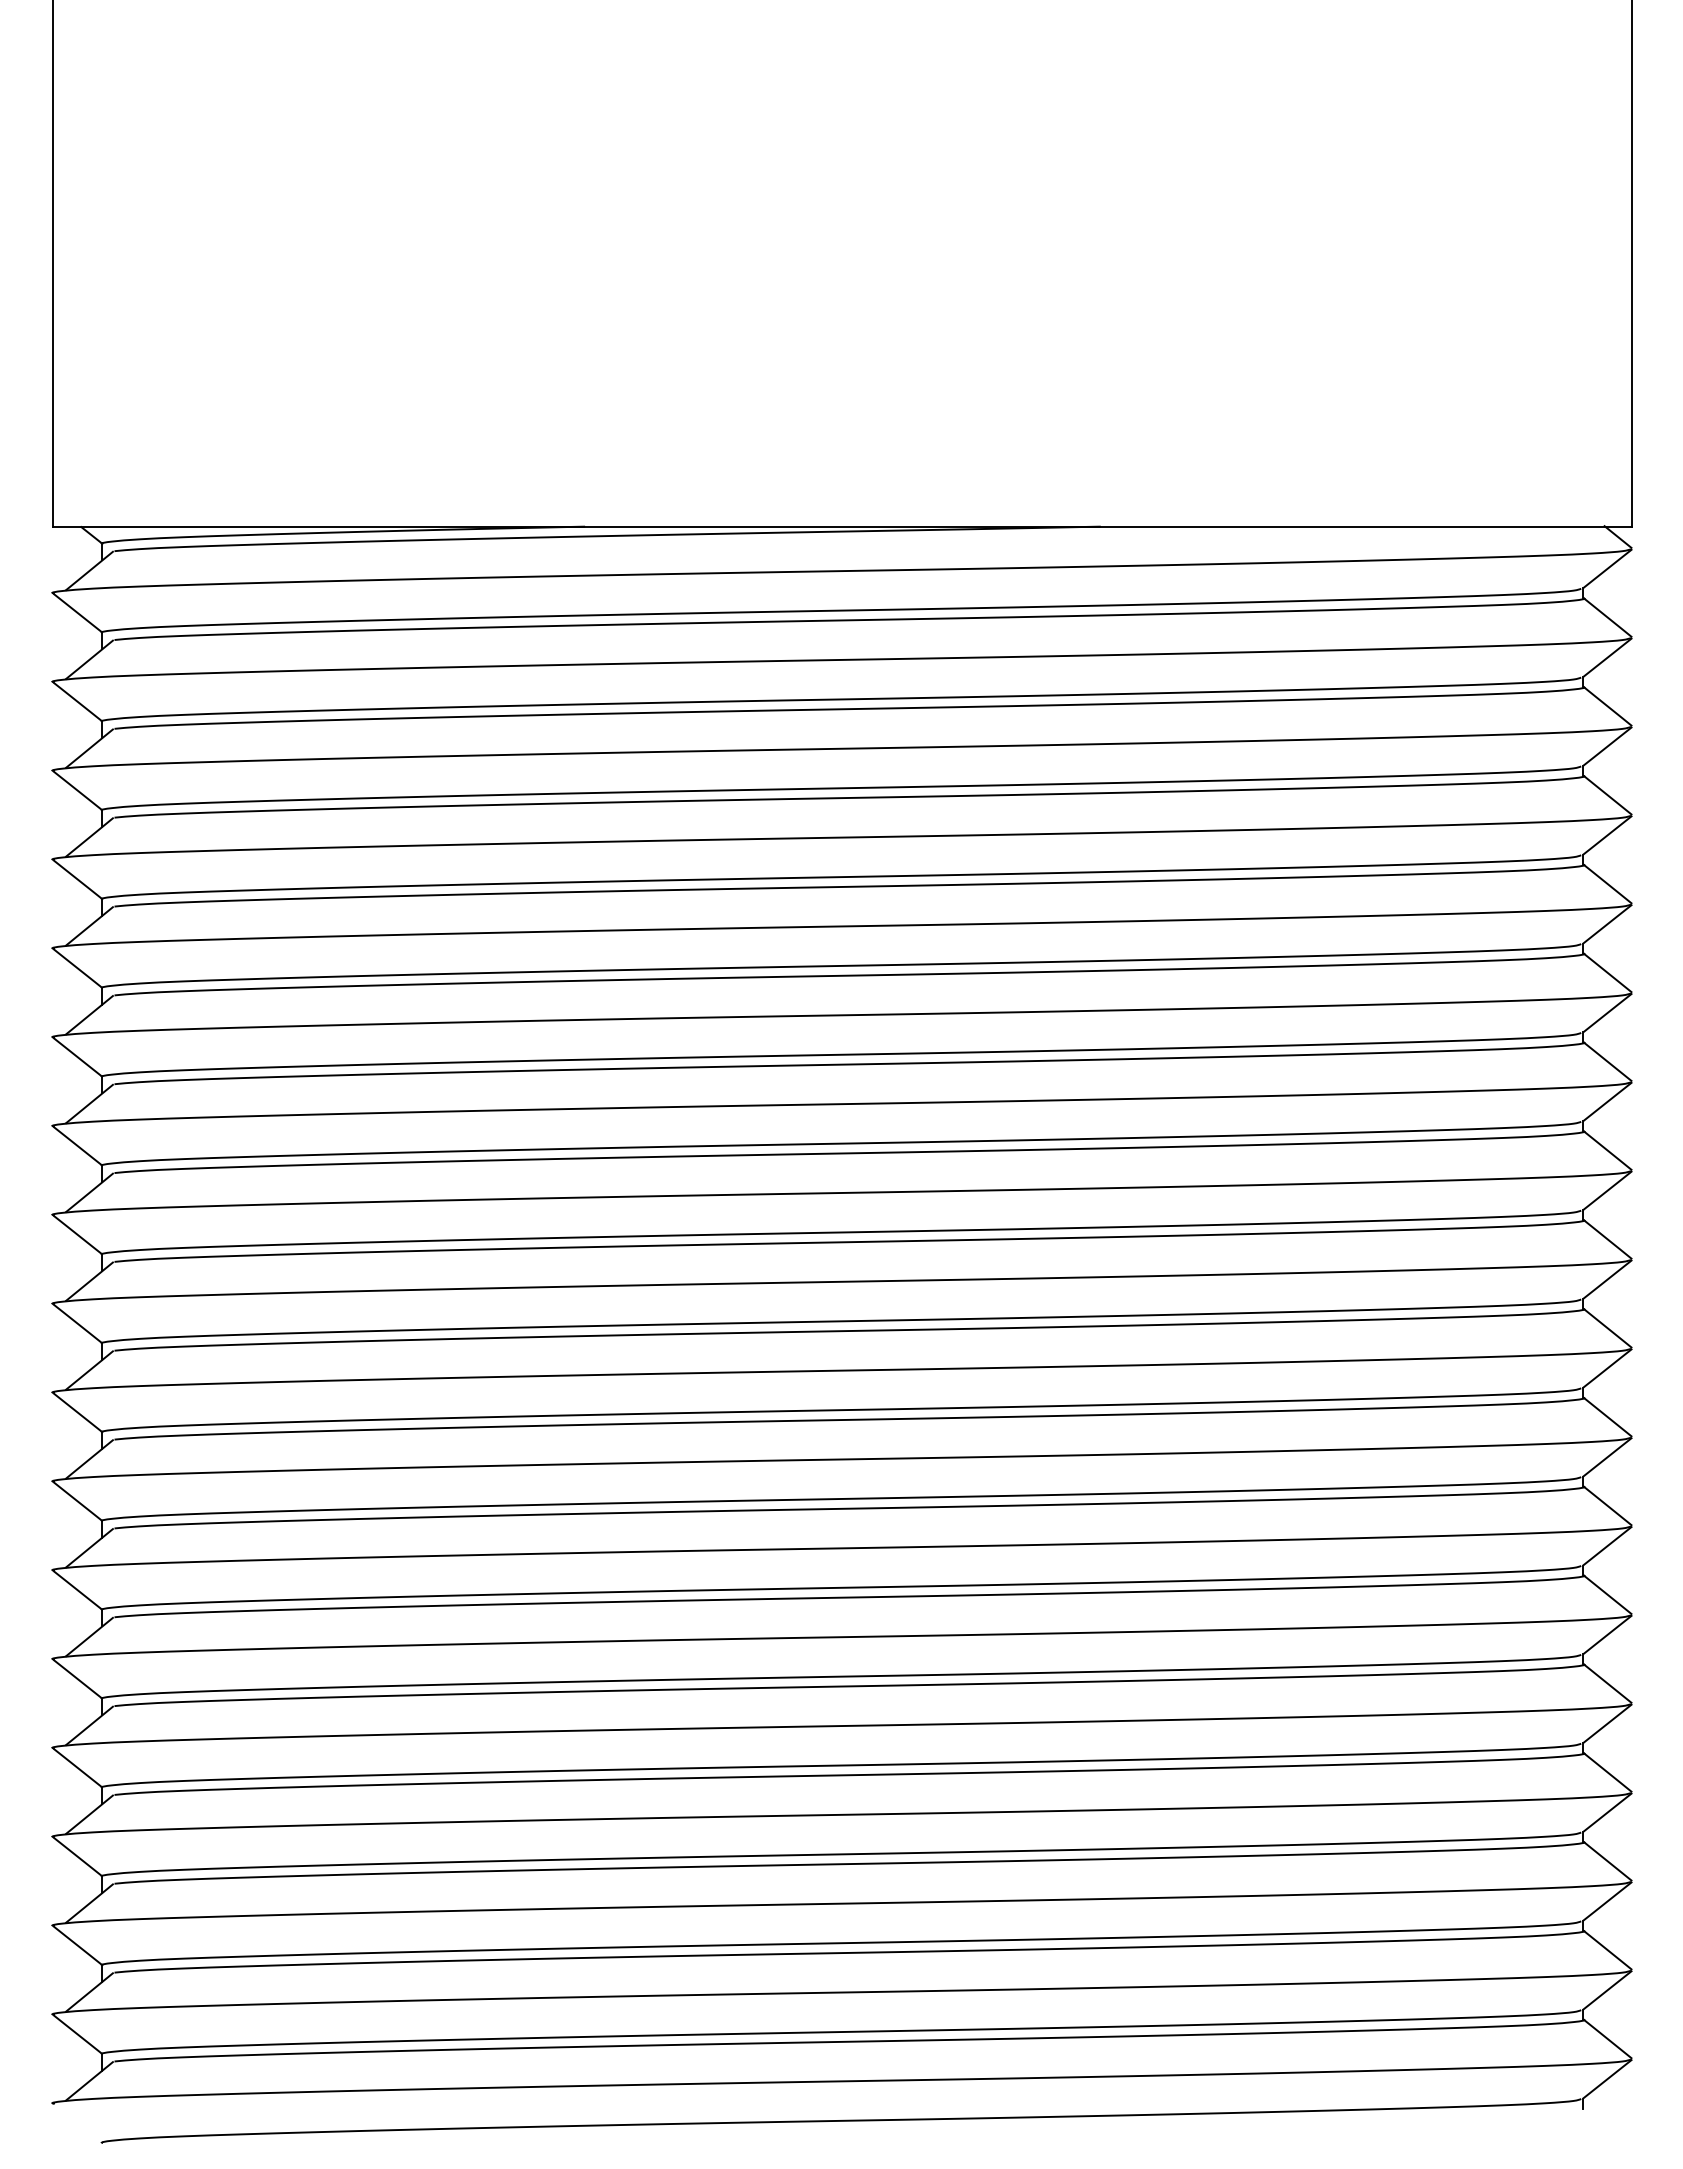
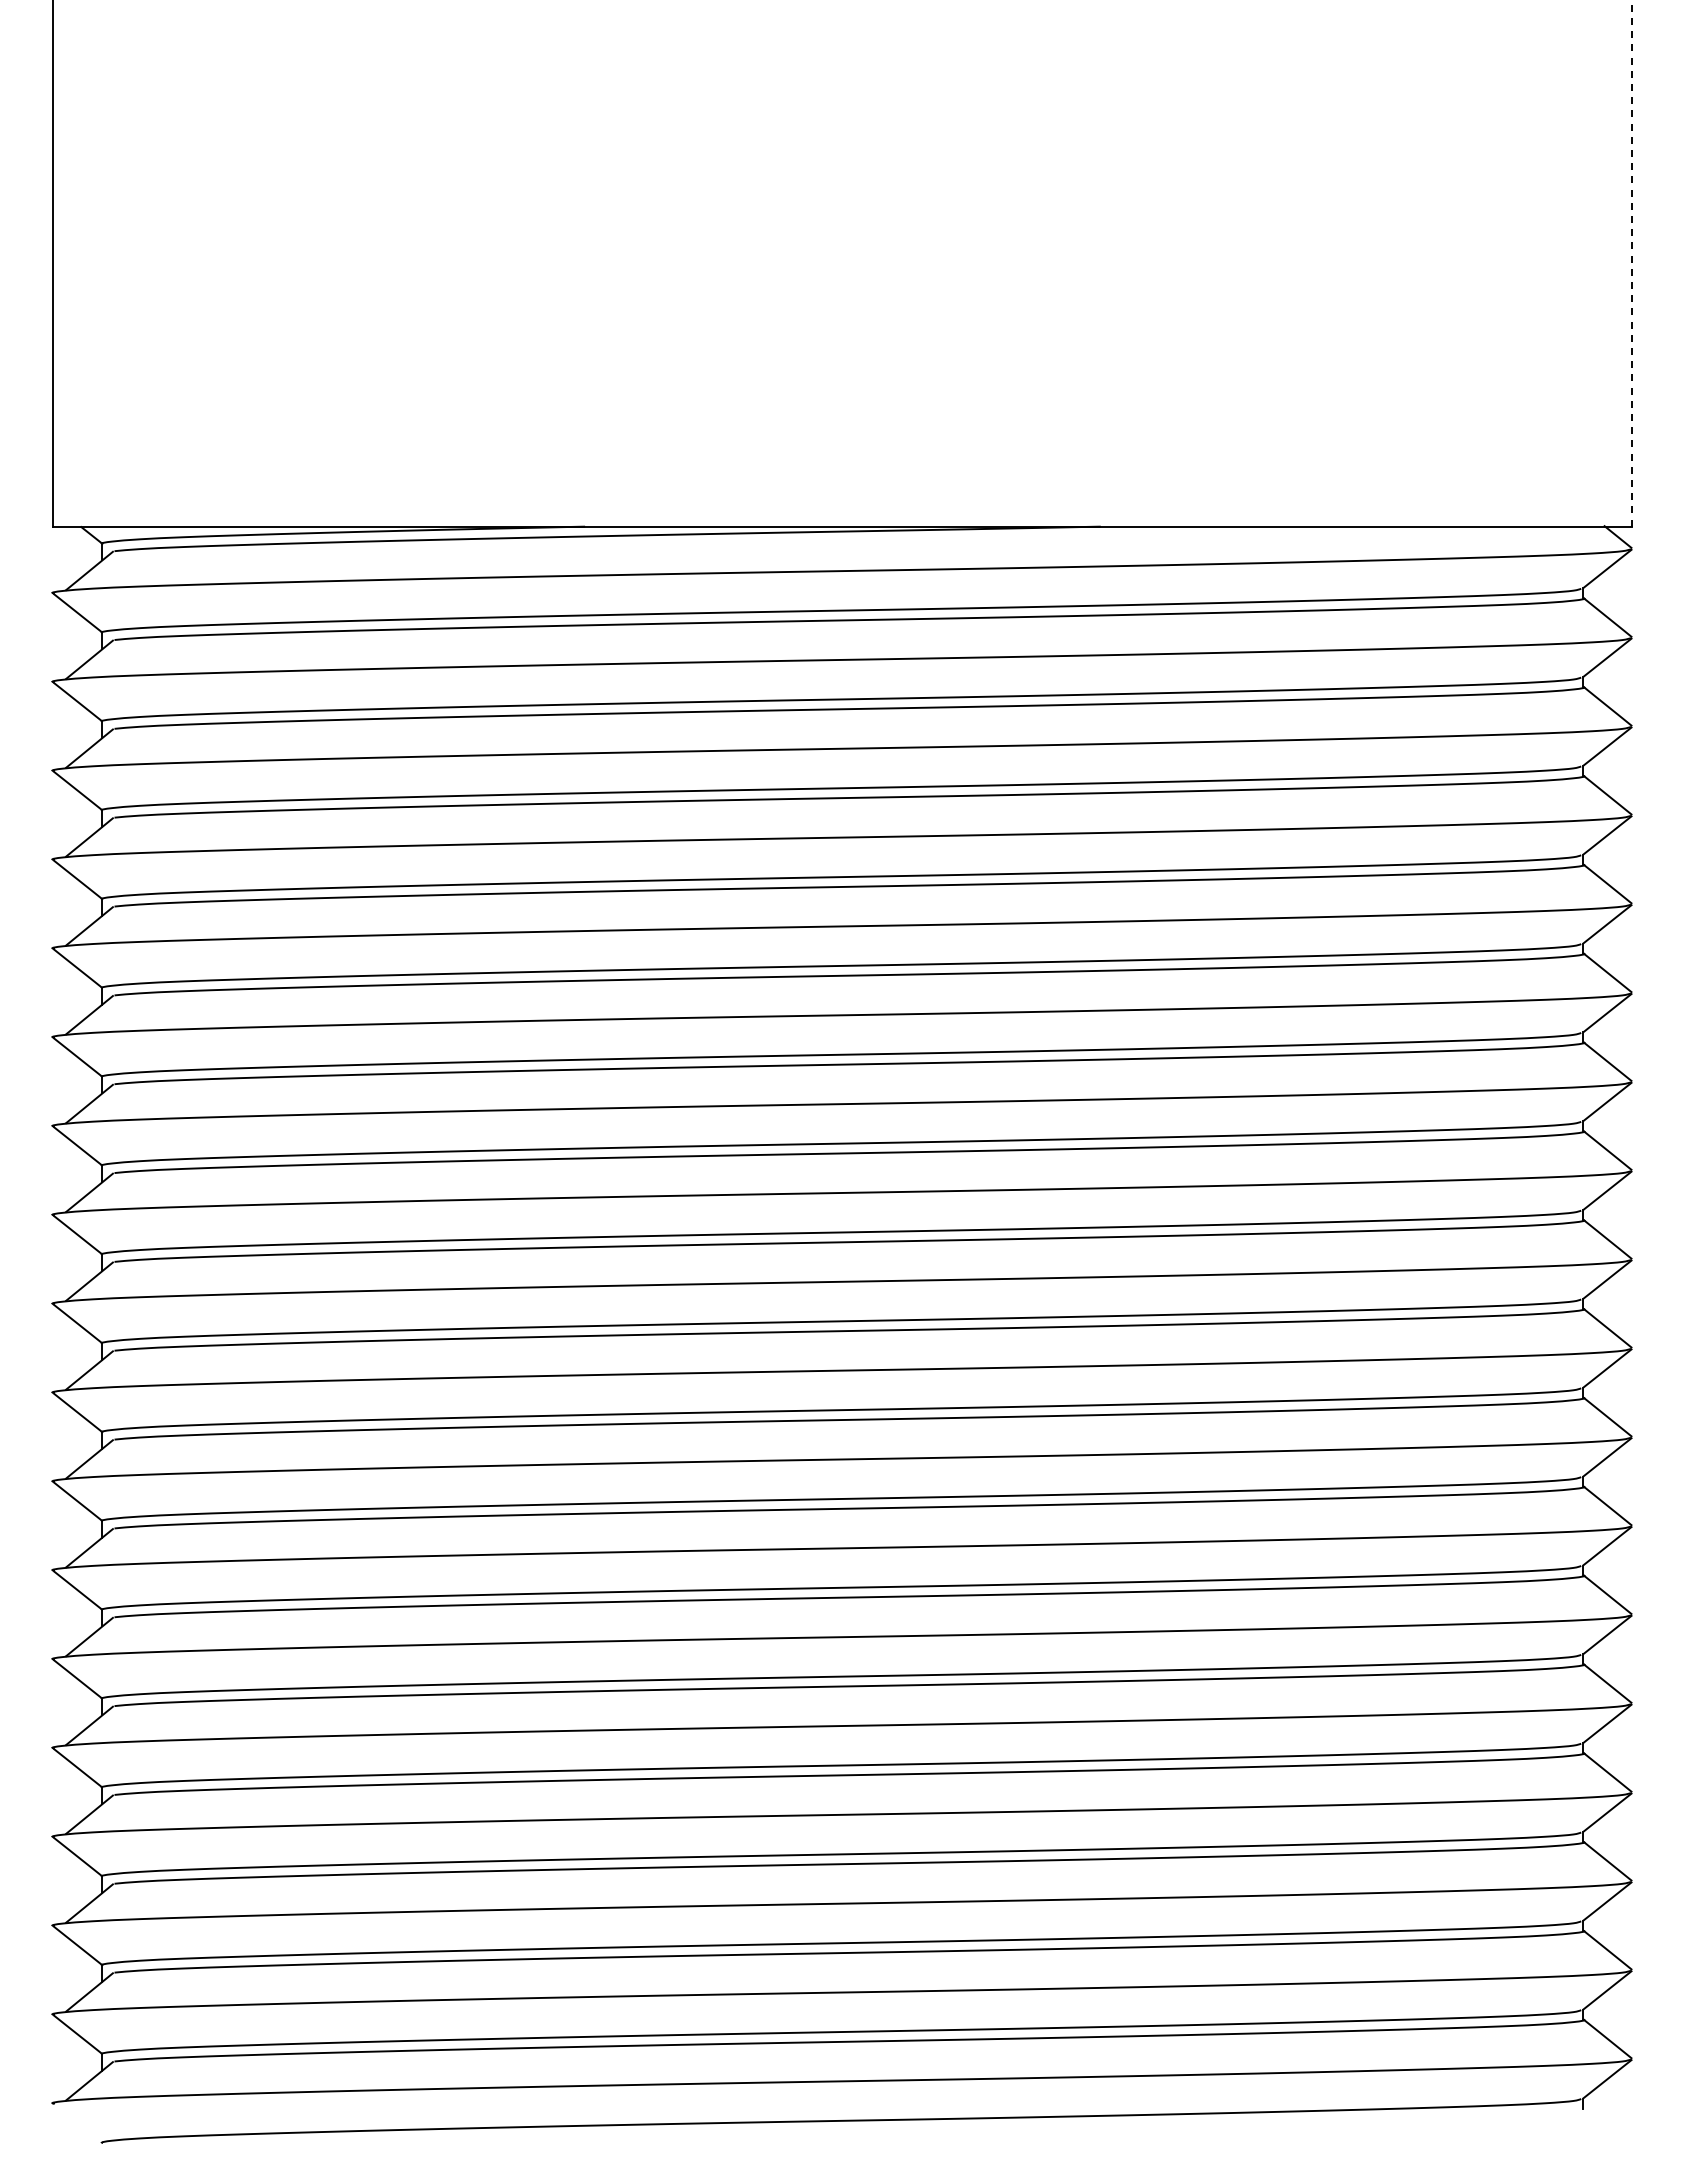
line at (1632, 263): solid -> dashed
